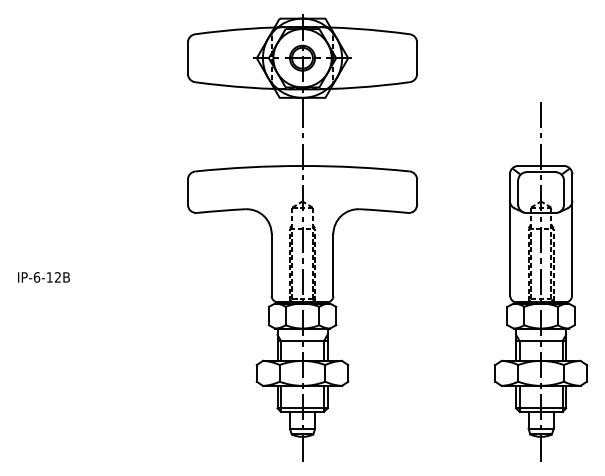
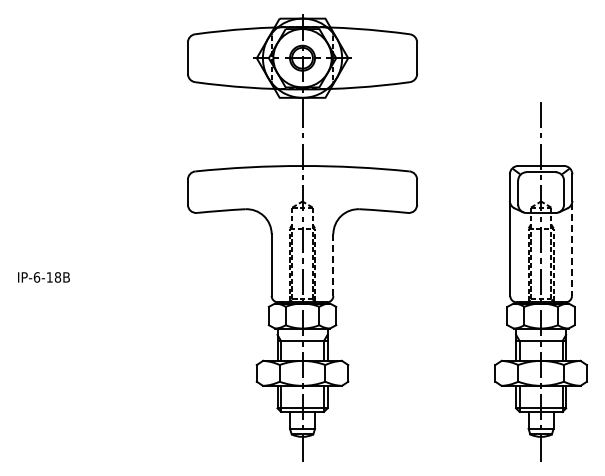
line at (571, 250): solid -> dashed
line at (333, 265): solid -> dashed
text at (57, 277): IP-6-12B -> IP-6-18B
